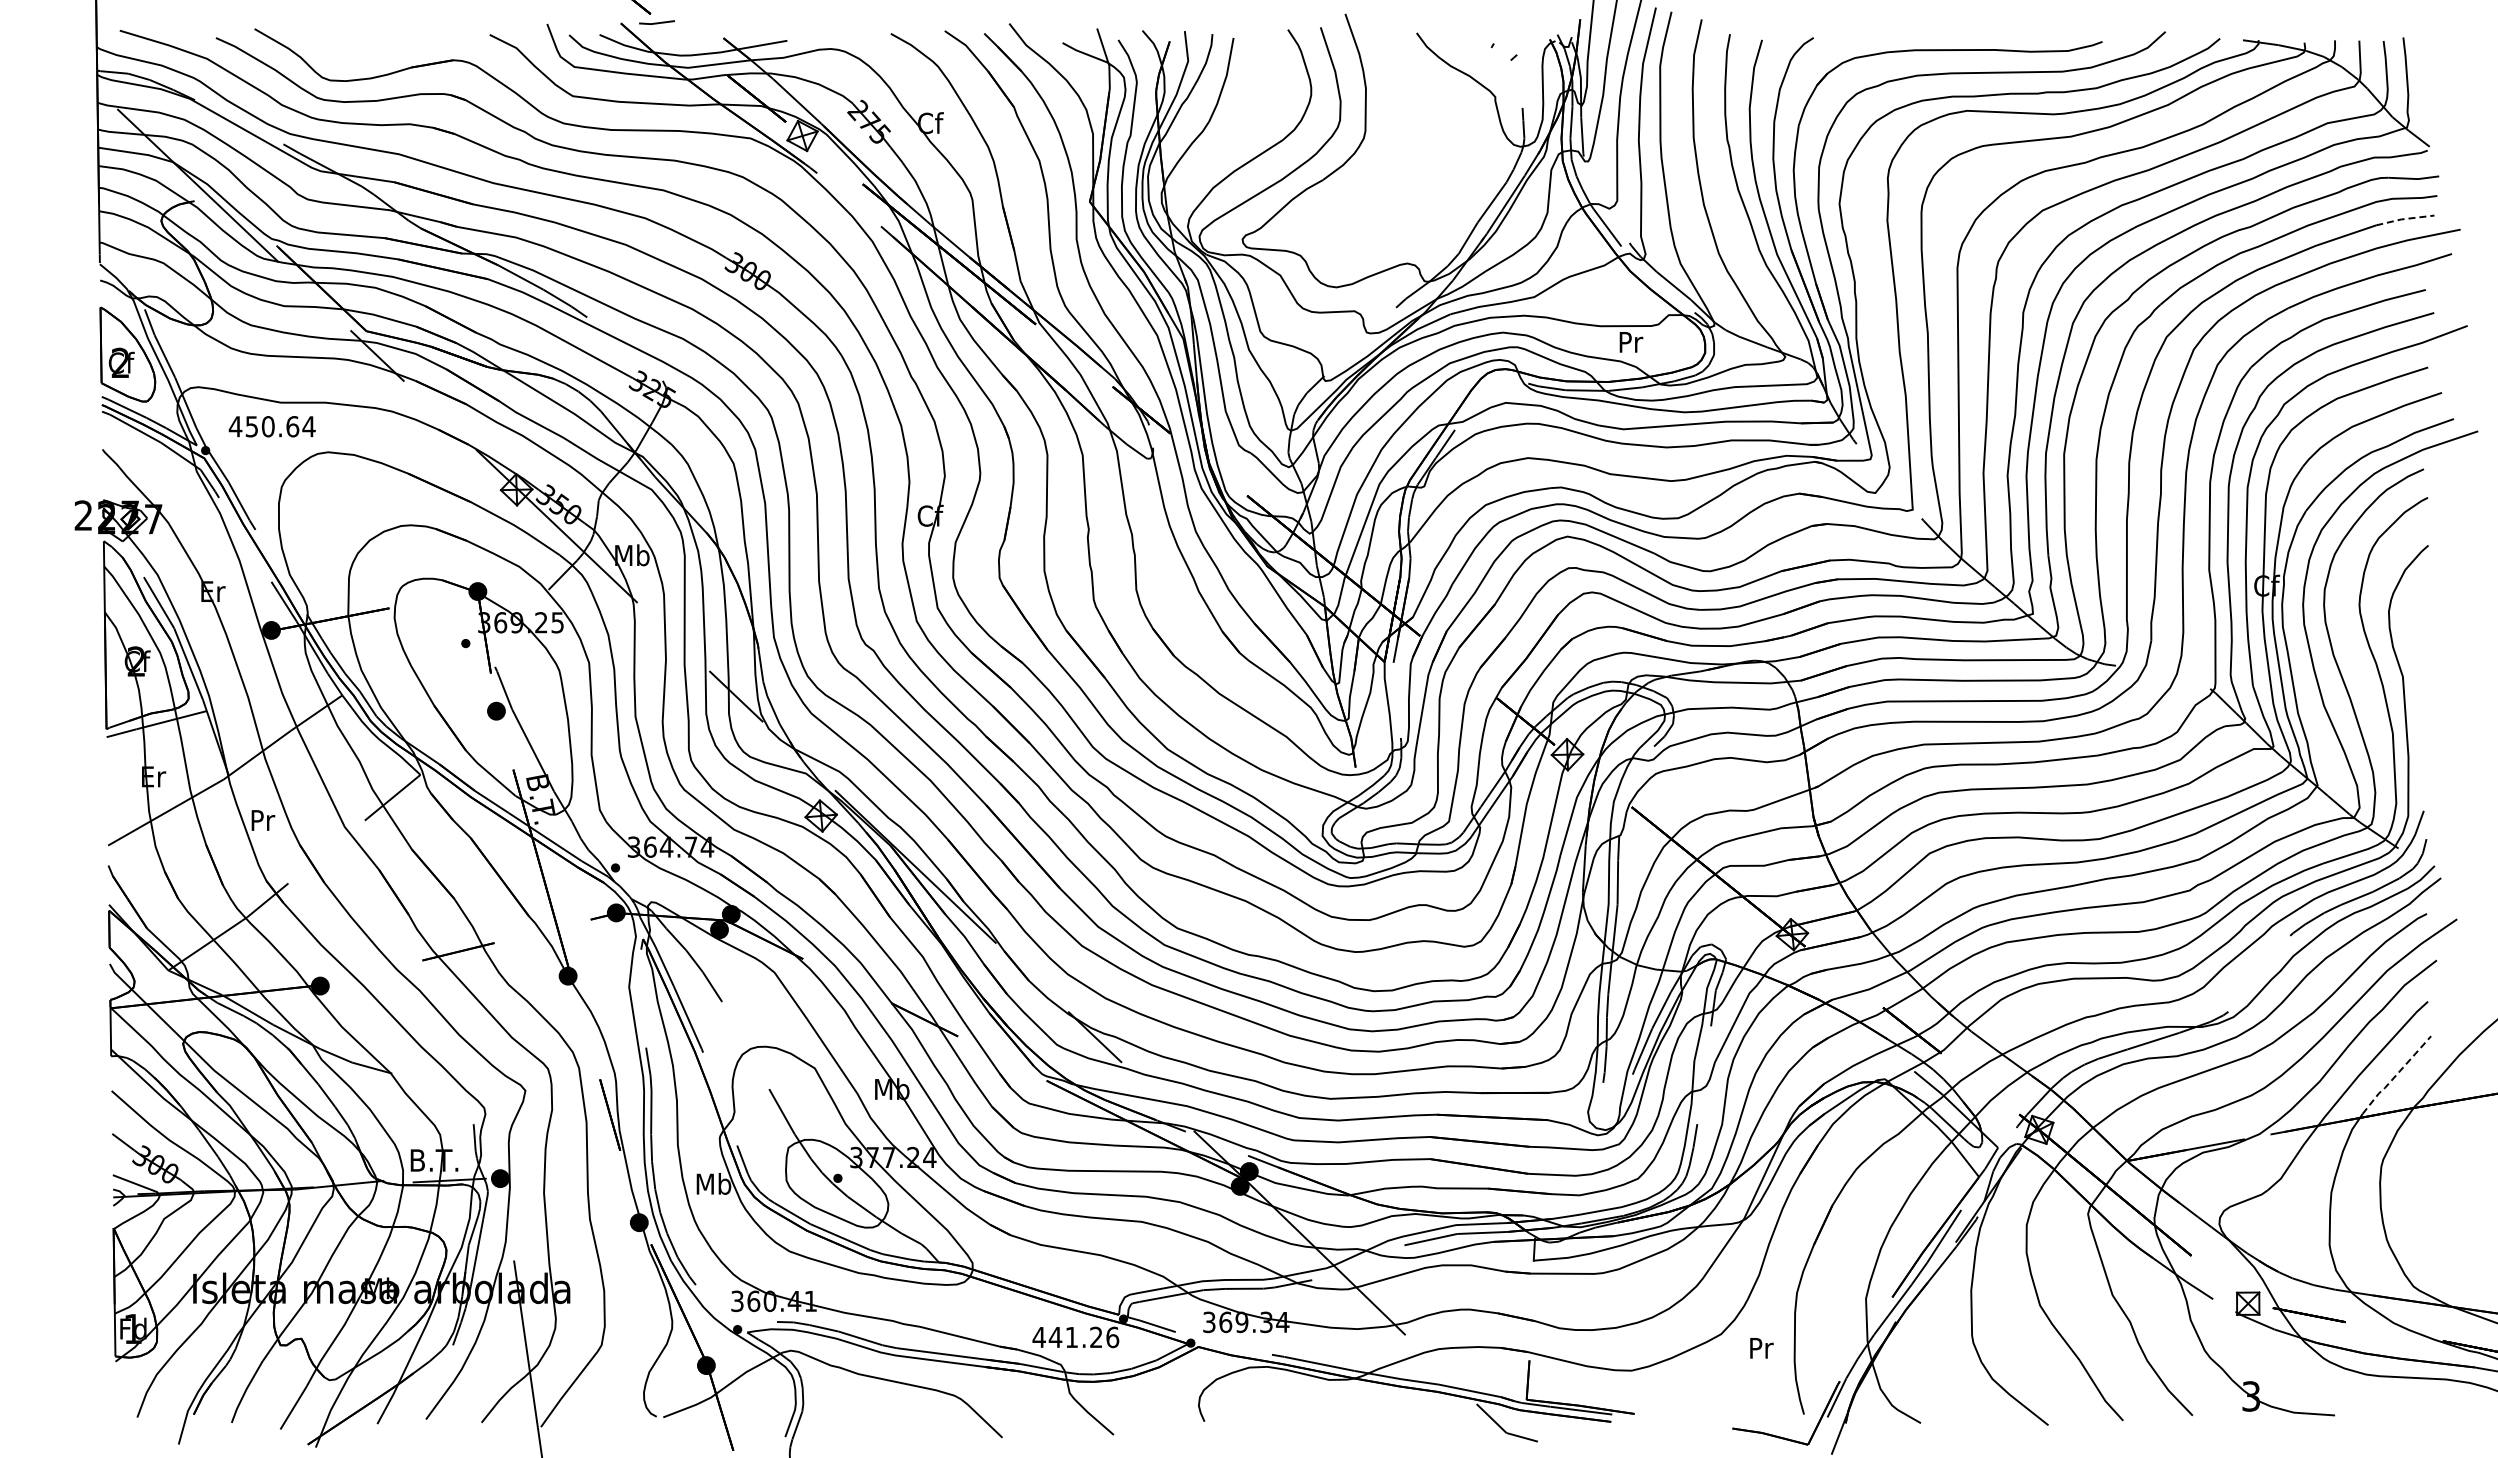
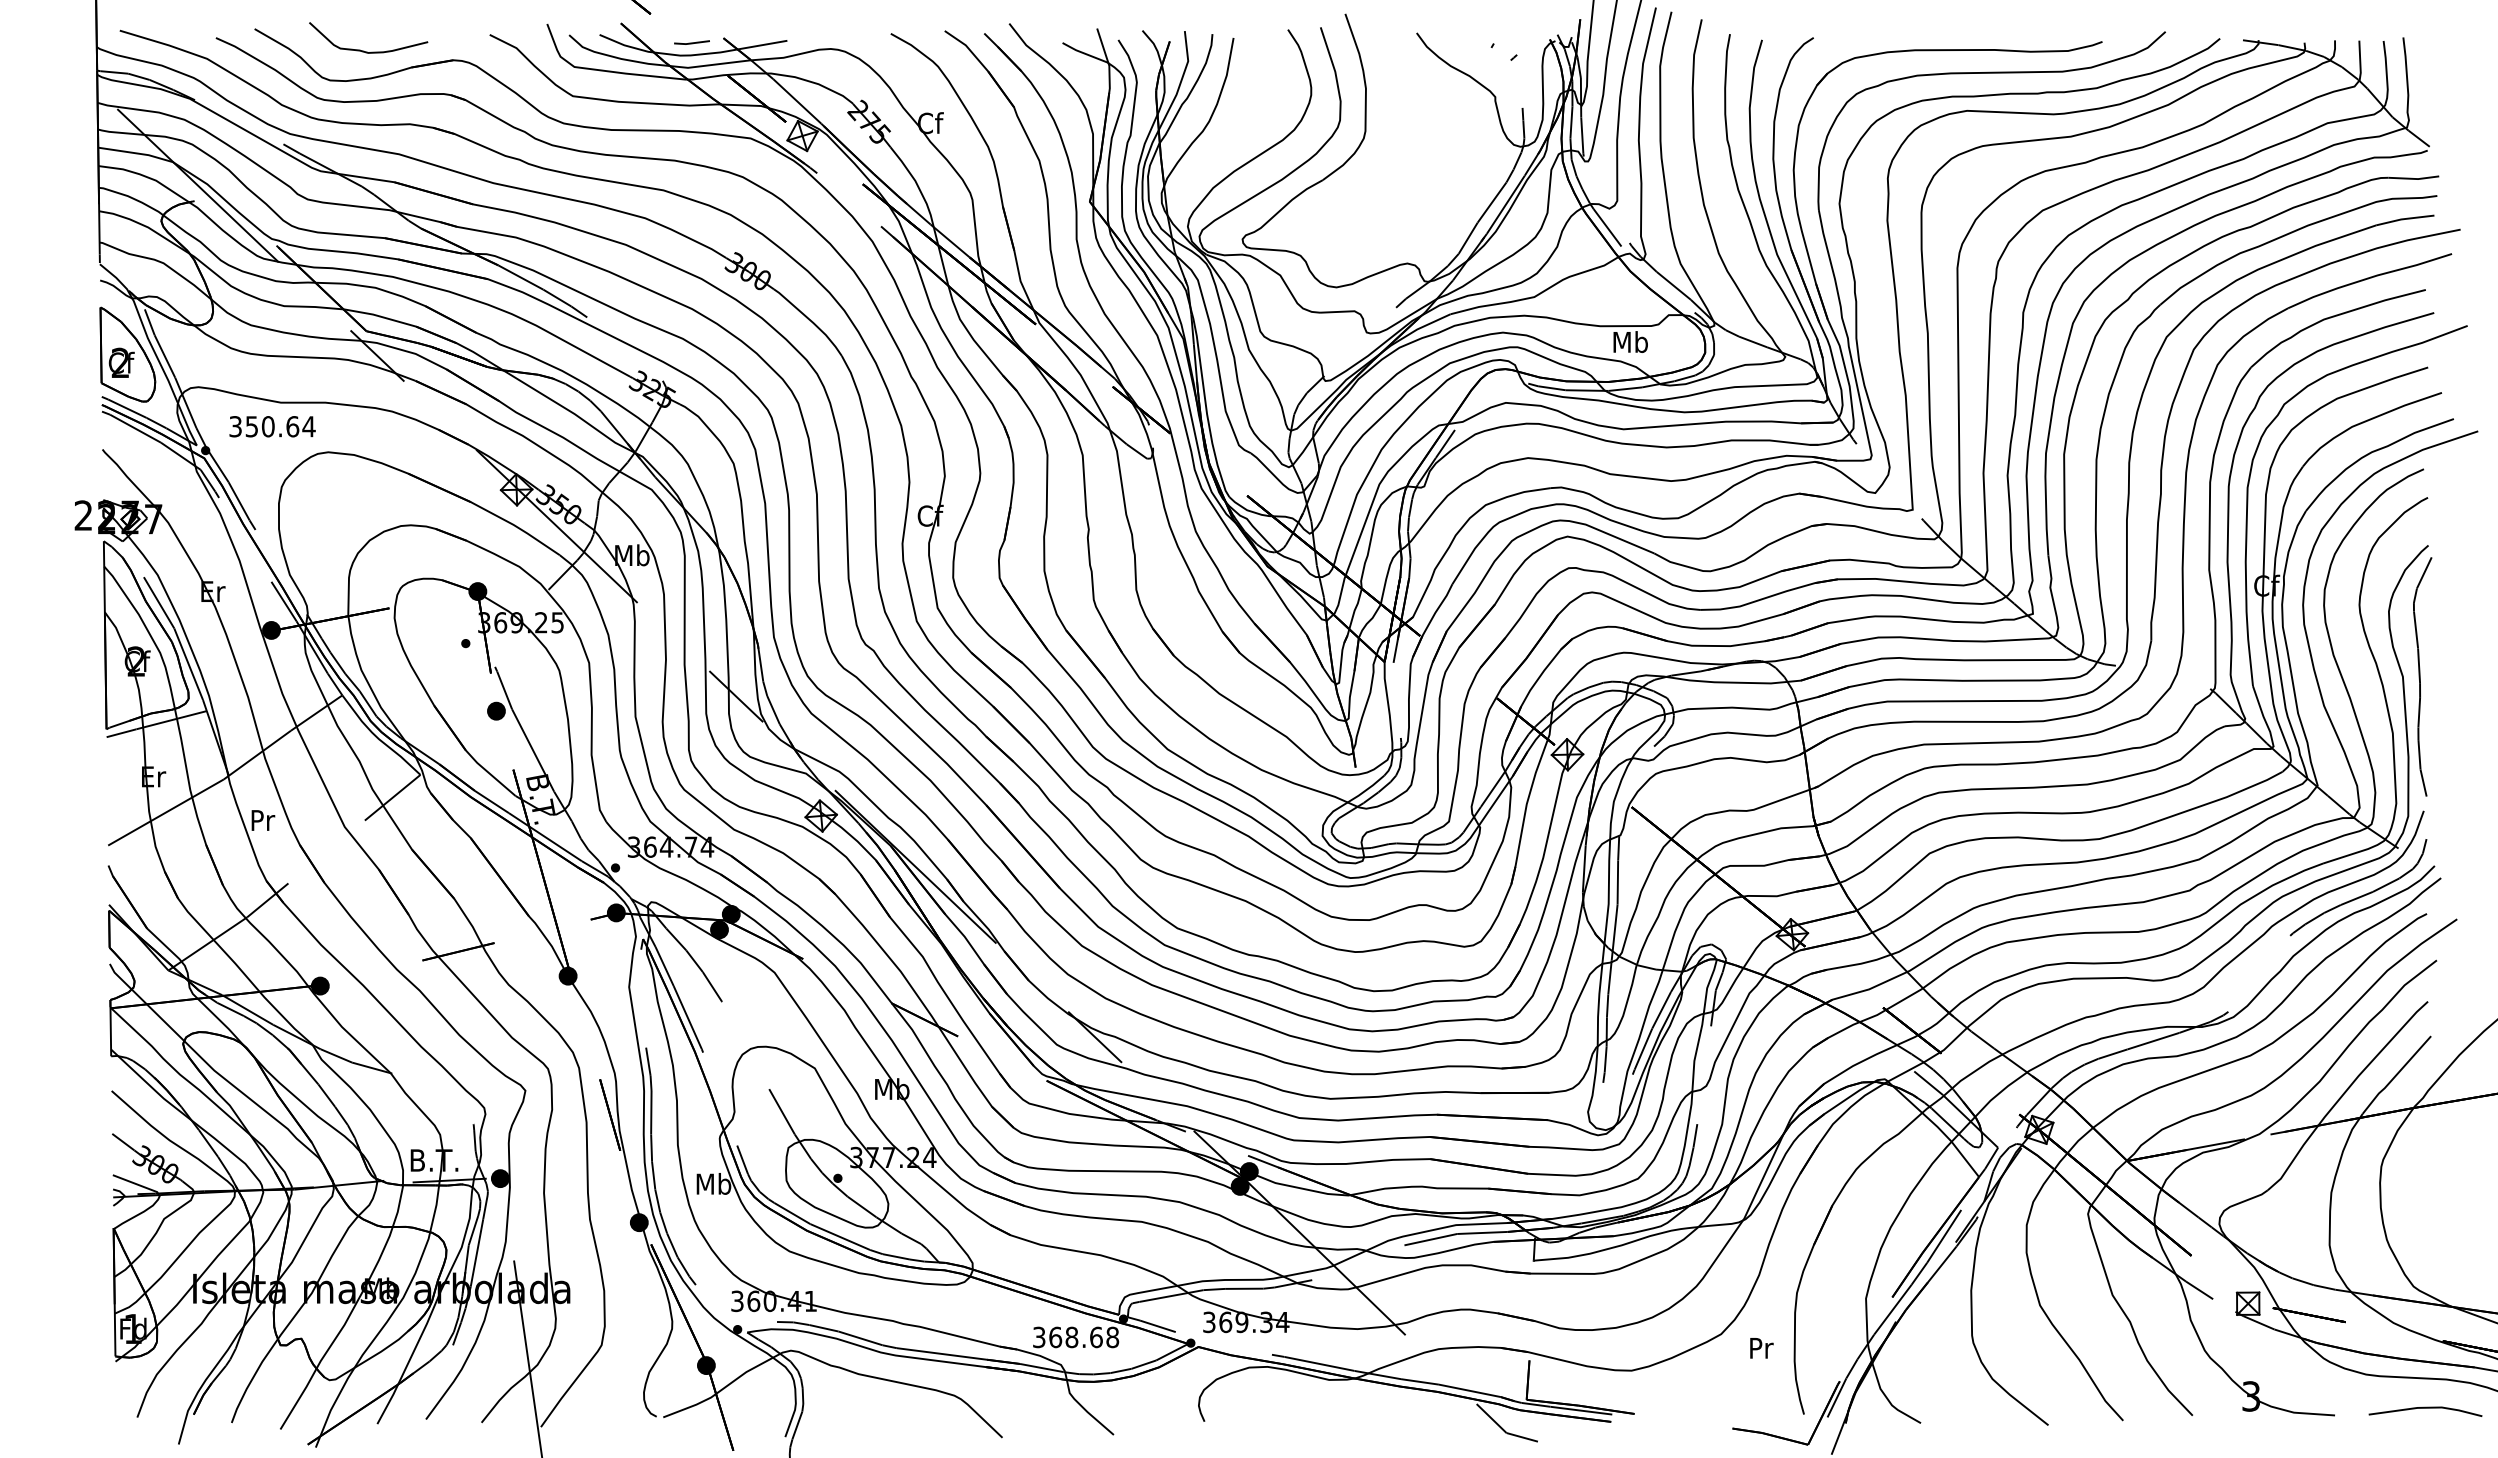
line at (656, 22) position: (656, 22) -> (691, 42)
curve at (363, 50): none -> present
line at (2405, 219): dashed -> solid
text at (1630, 342): Pr -> Mb
text at (235, 426): 450.64 -> 350.64
curve at (2420, 676): none -> present
line at (2396, 1075): dashed -> solid
text at (1075, 1337): 441.26 -> 368.68
line at (2425, 1408): none -> present
